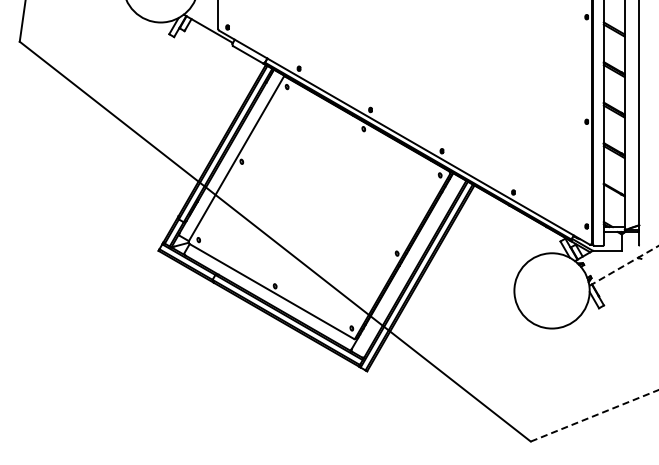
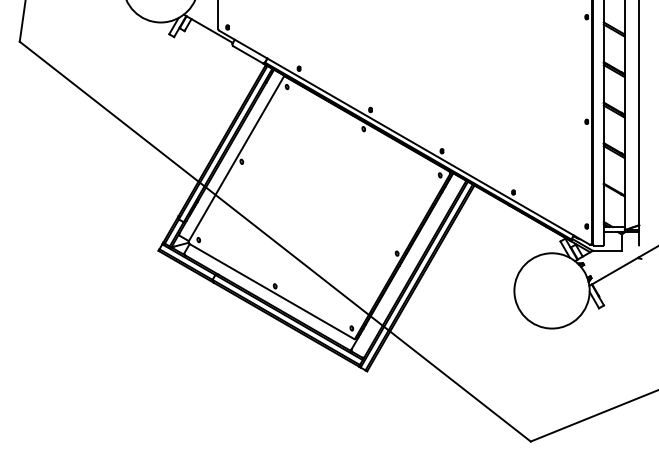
line at (623, 266): dashed -> solid
line at (594, 415): dashed -> solid
